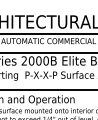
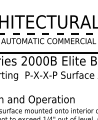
line at (48, 34): solid -> dashed
line at (48, 89): present -> none
